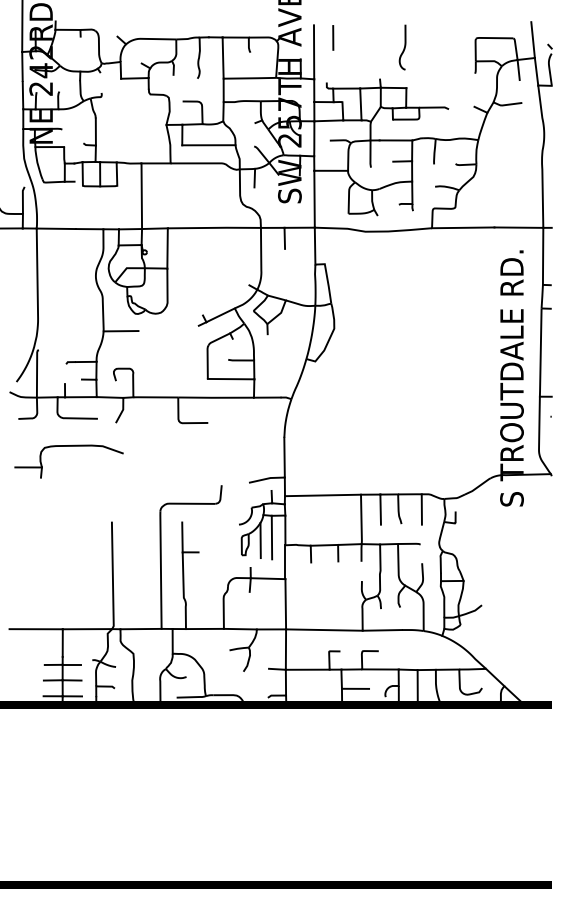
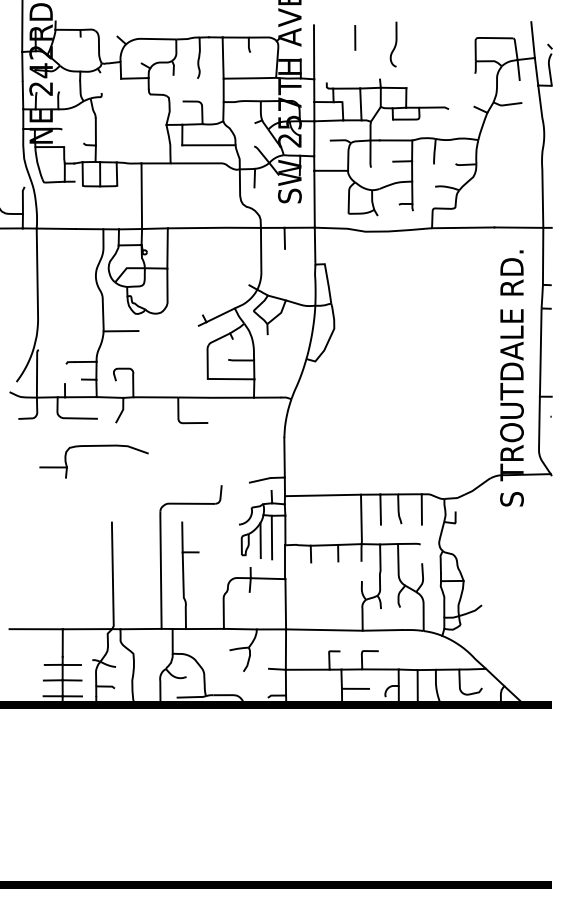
line at (333, 37) position: (333, 37) -> (355, 37)
curve at (403, 47) position: (403, 47) -> (394, 44)
part at (68, 446) position: (68, 446) -> (93, 446)
